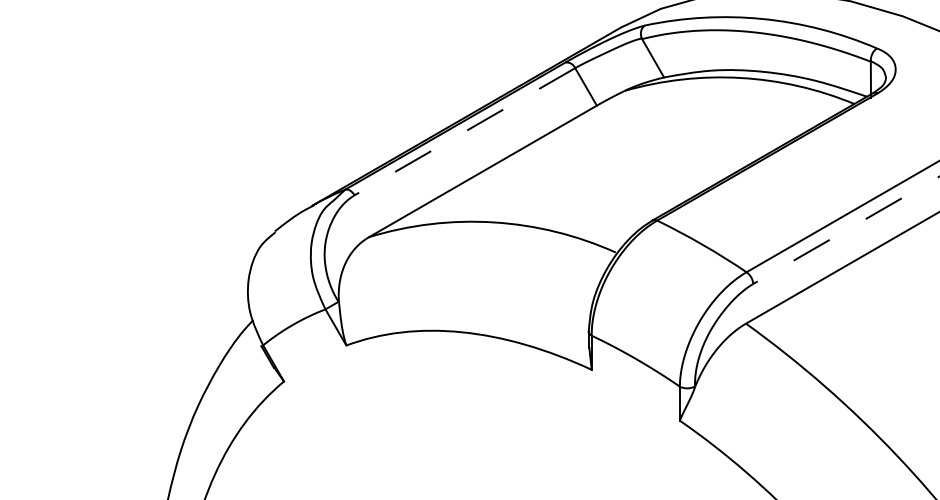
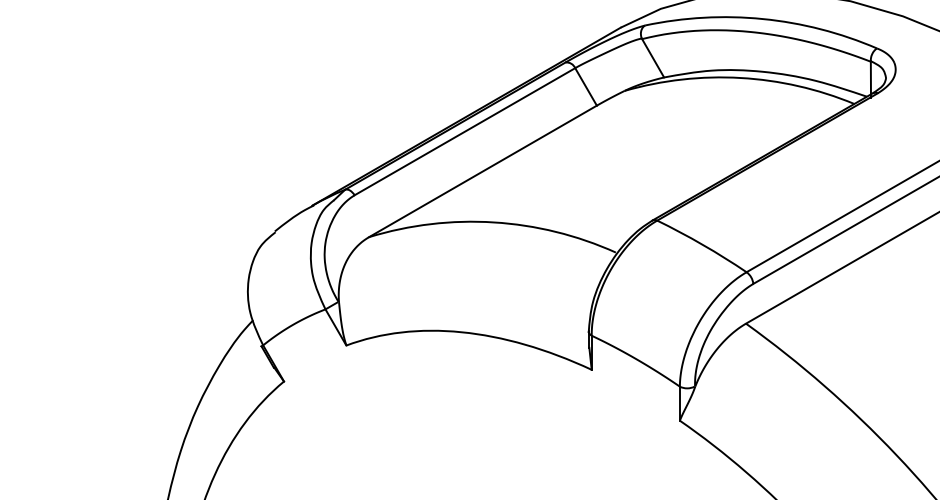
line at (464, 131): dashed -> solid
line at (845, 230): dashed -> solid
